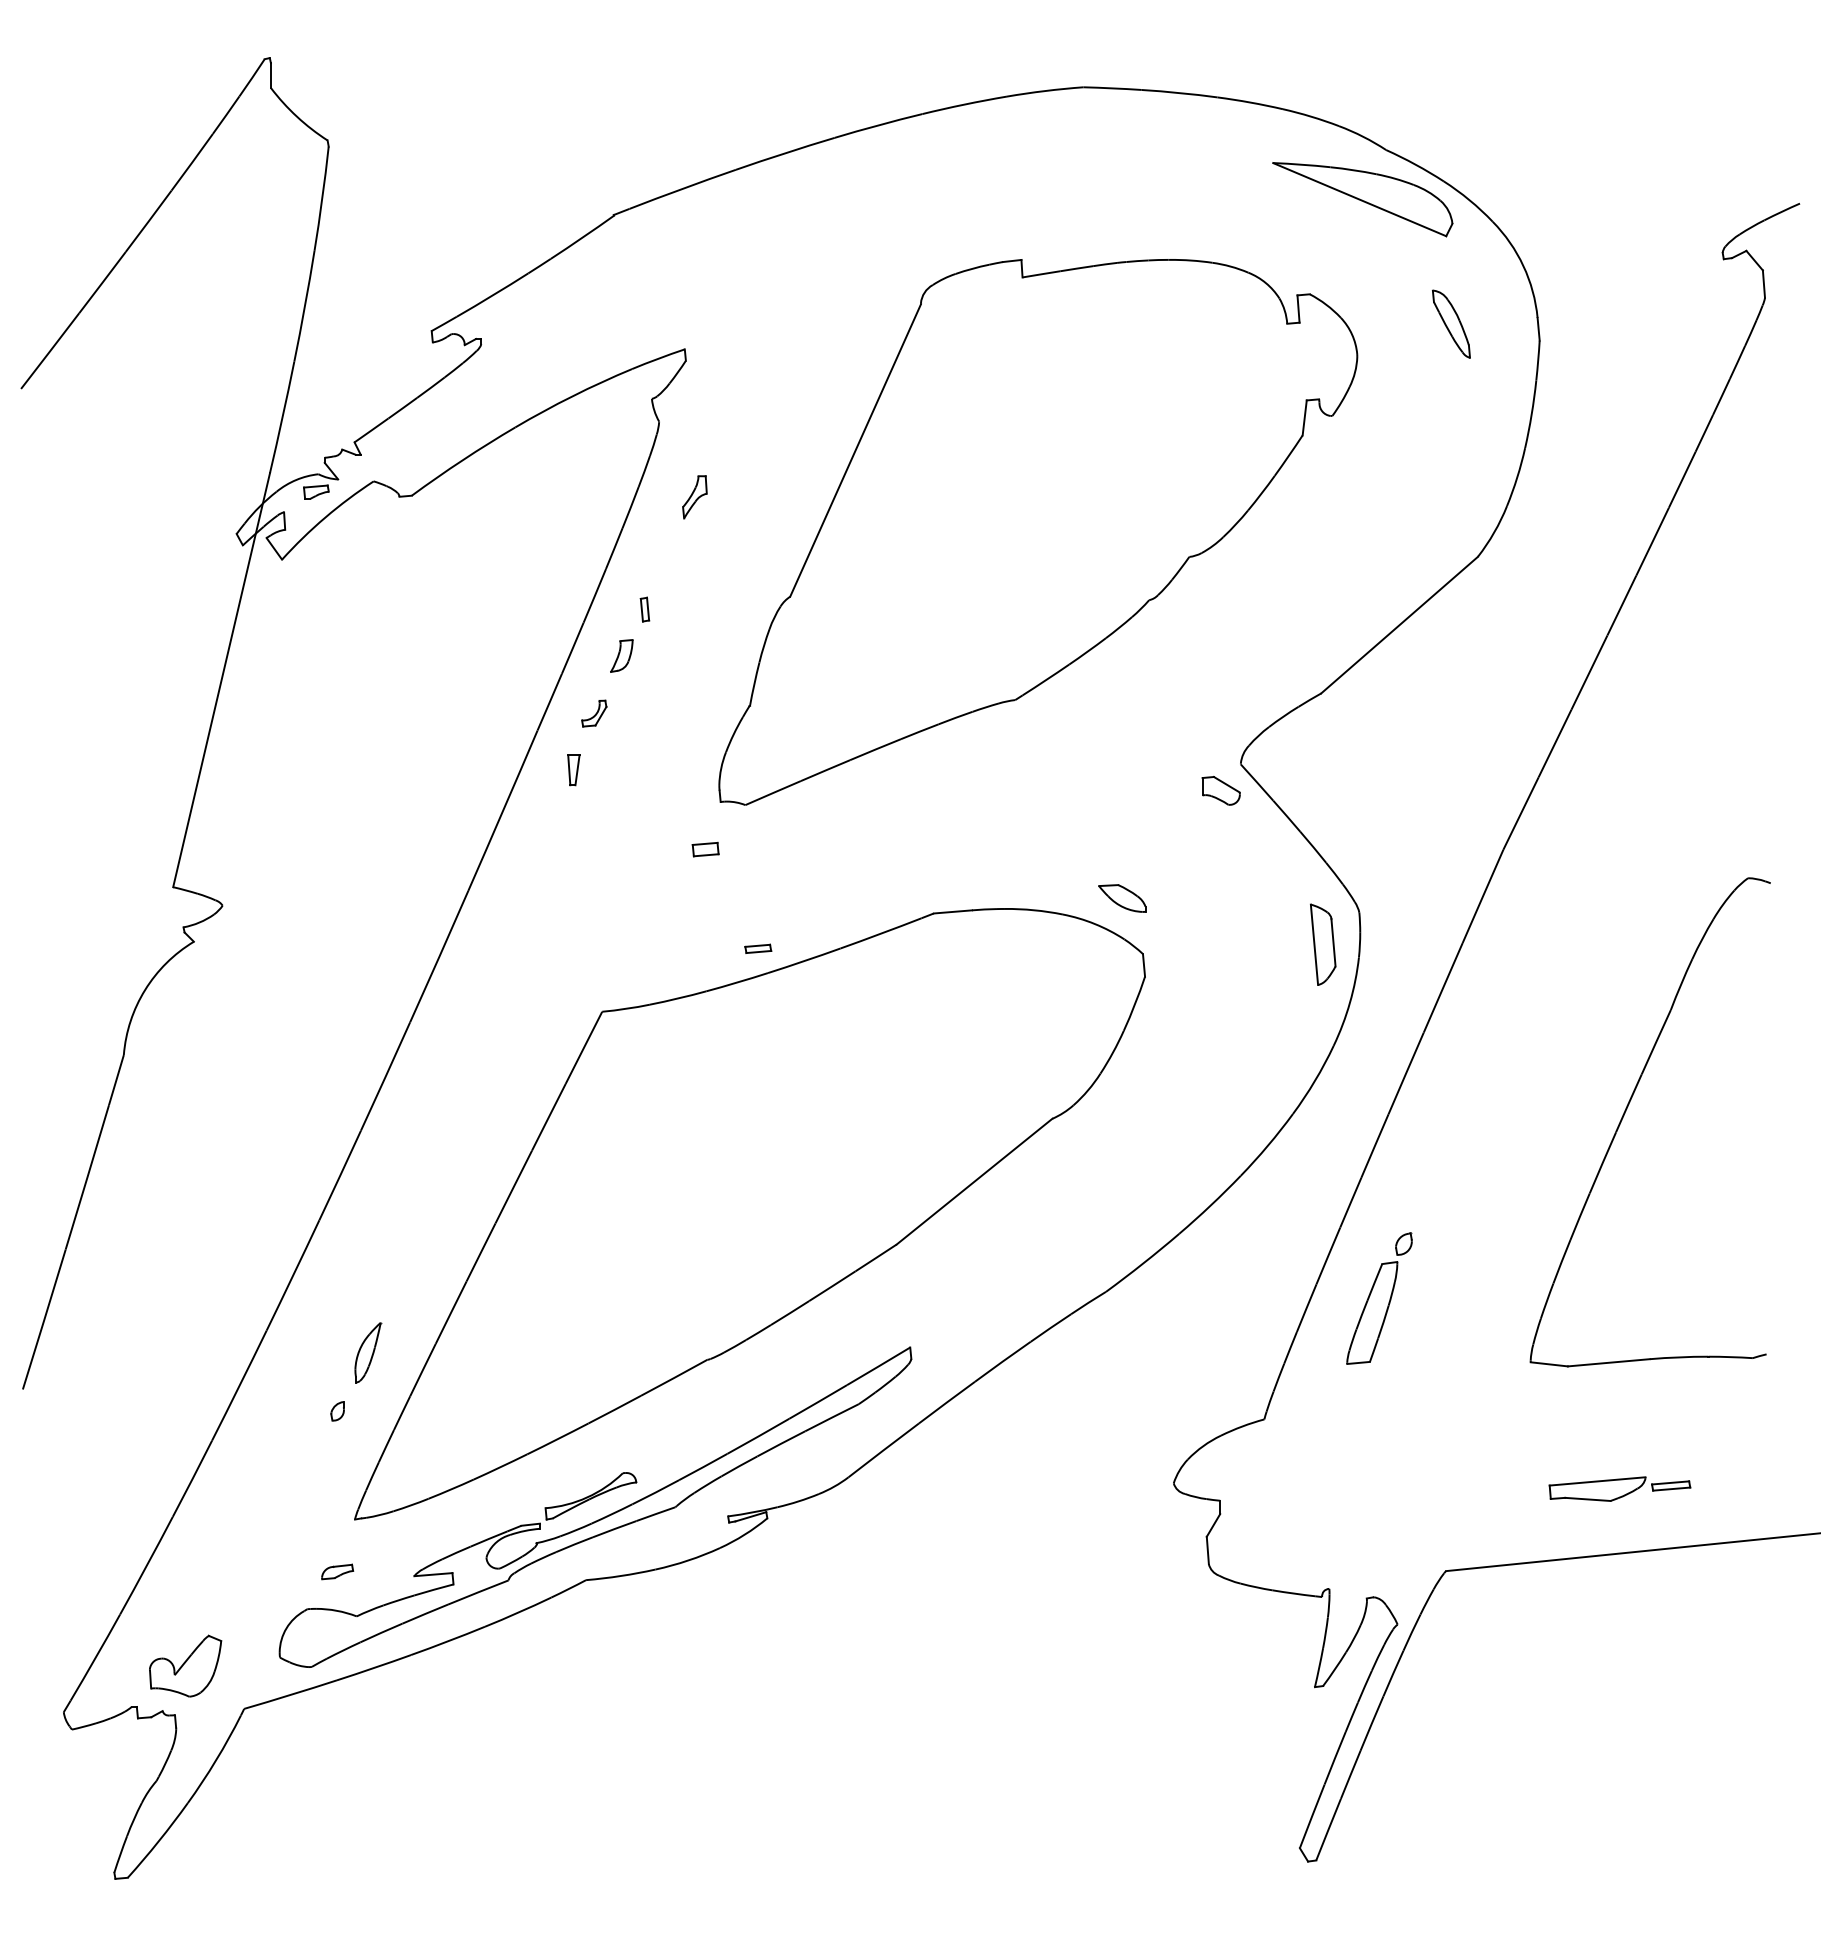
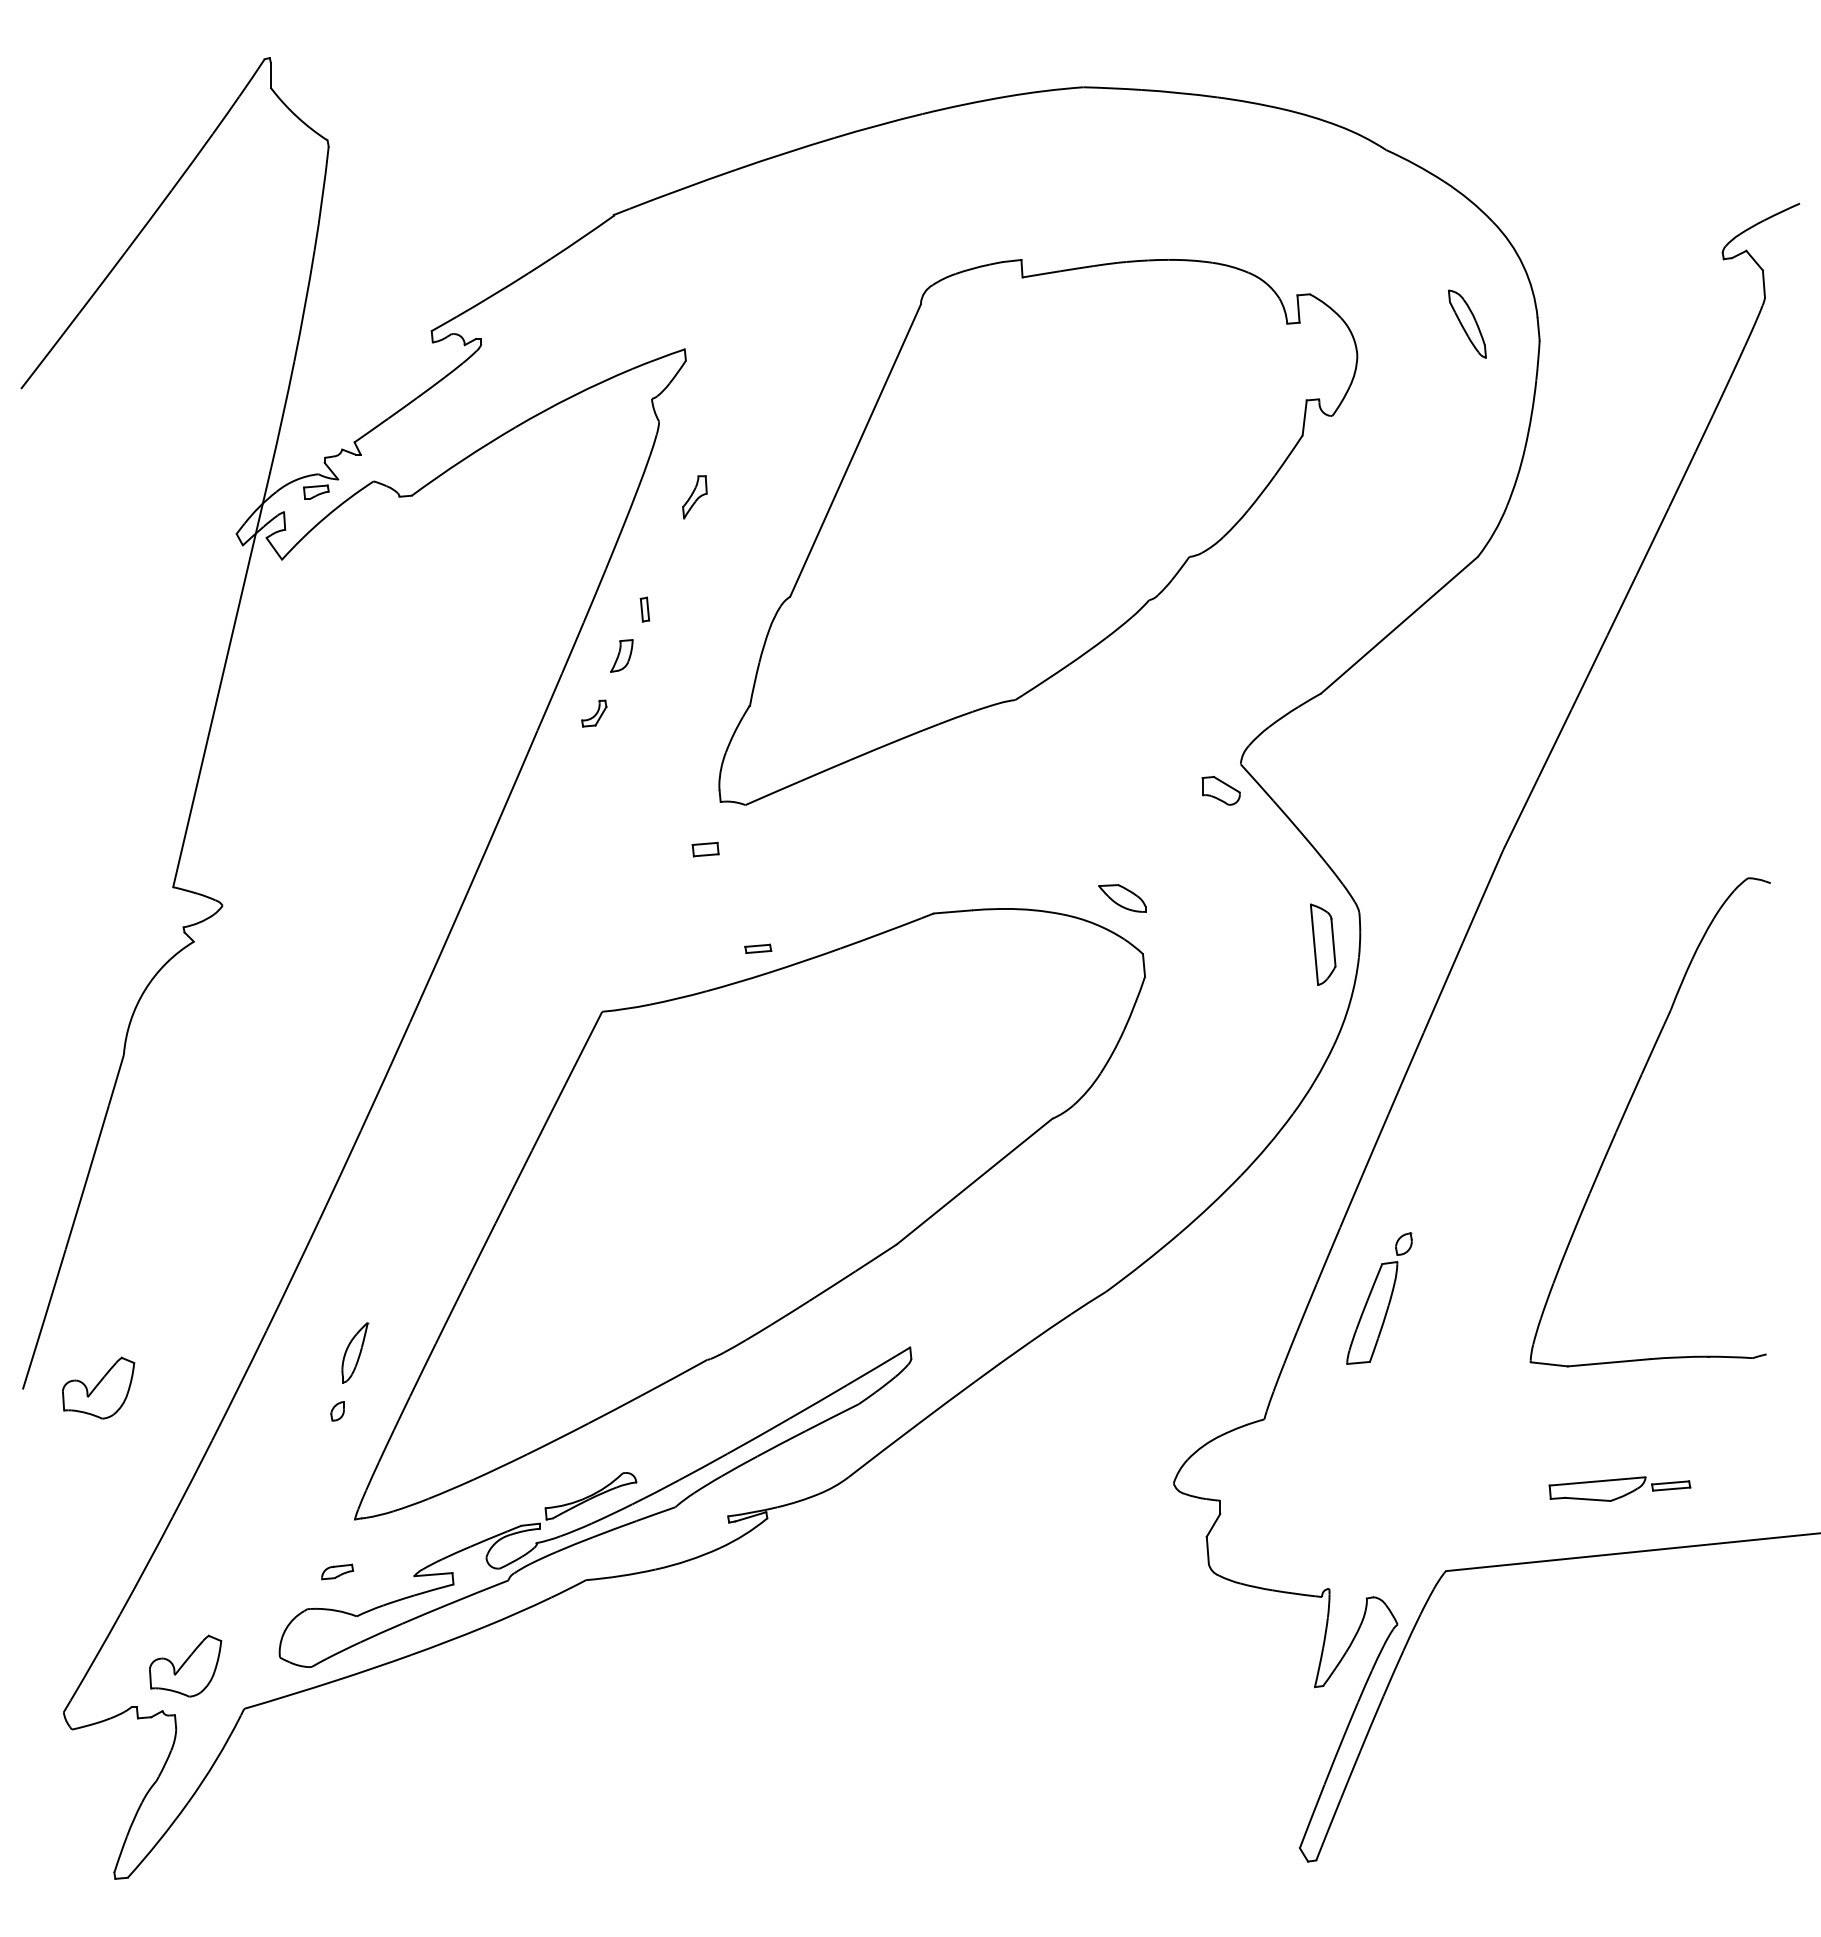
part at (1362, 199): present -> none
part at (1451, 323) position: (1451, 323) -> (1467, 323)
part at (573, 770): present -> none
part at (368, 1352) position: (368, 1352) -> (355, 1352)
part at (98, 1387): none -> present
